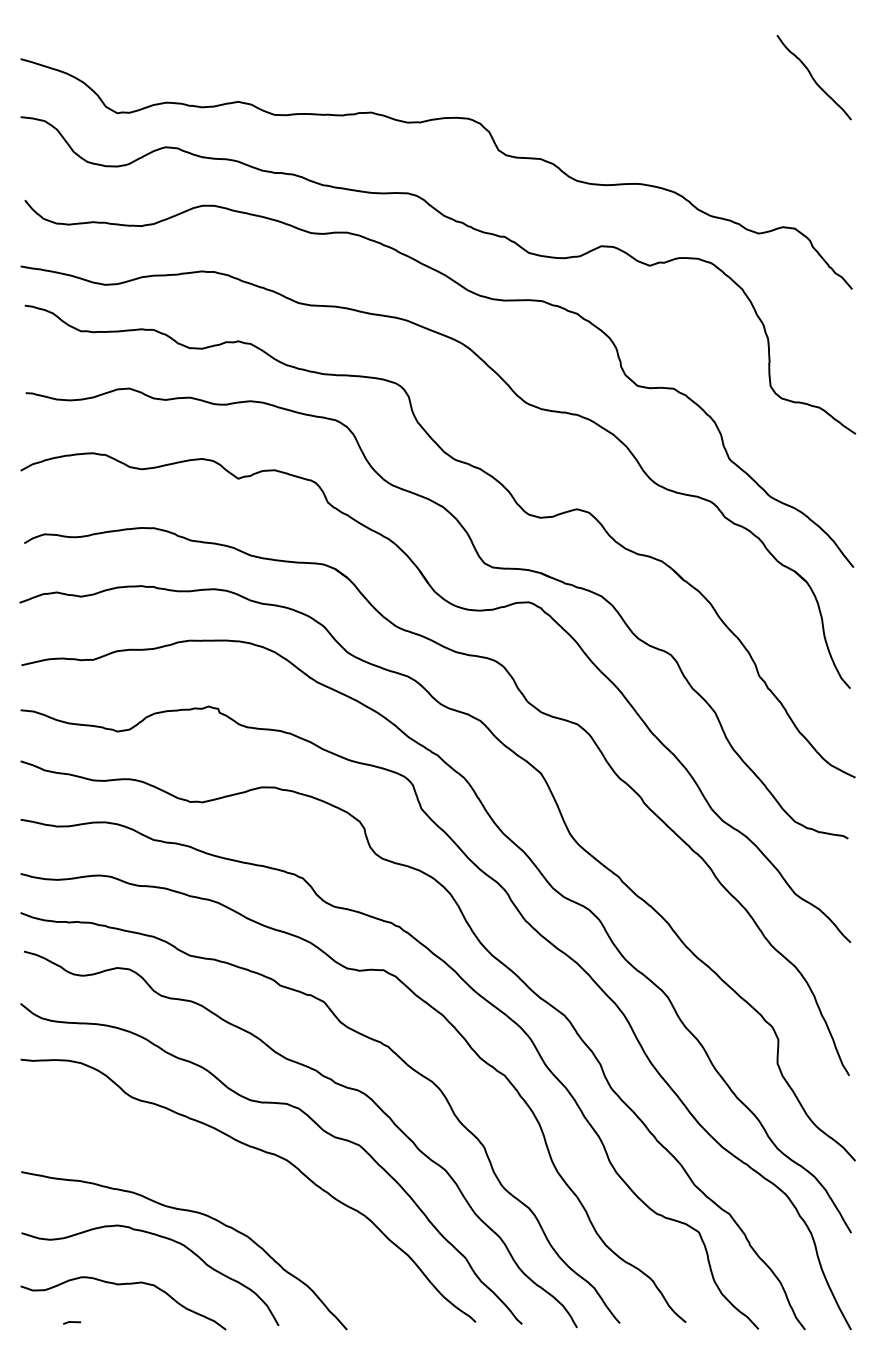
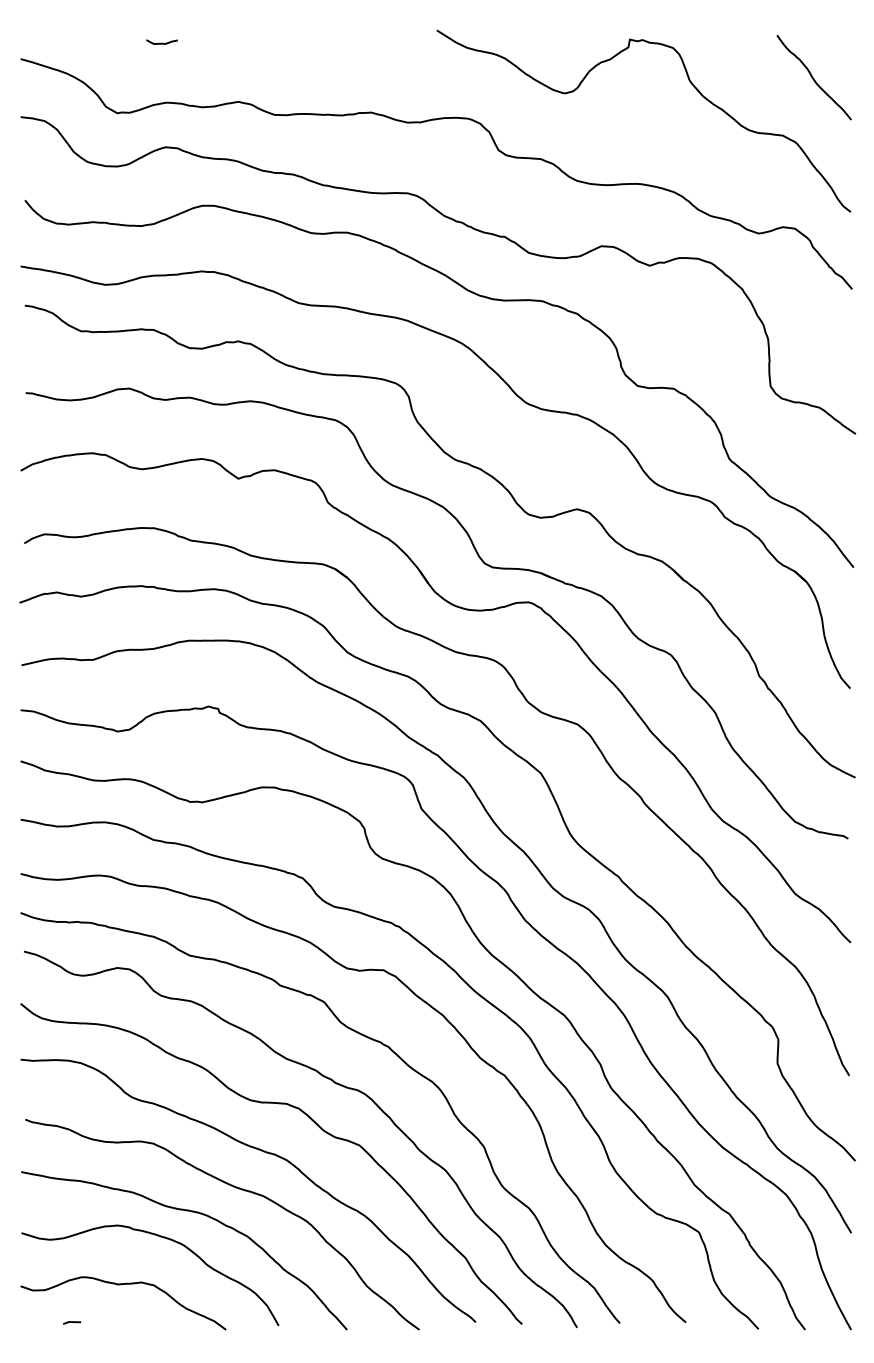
curve at (161, 42): none -> present
curve at (690, 83): none -> present
curve at (235, 1188): none -> present
